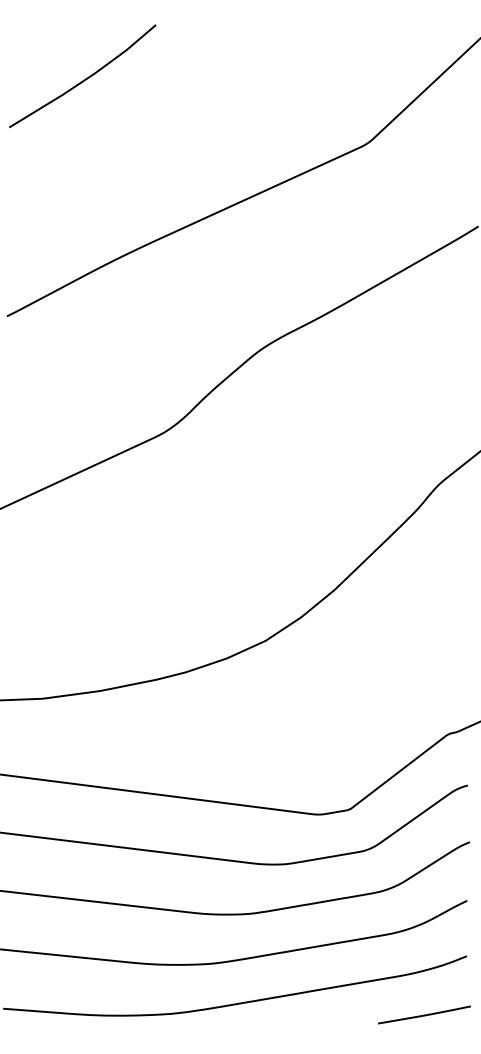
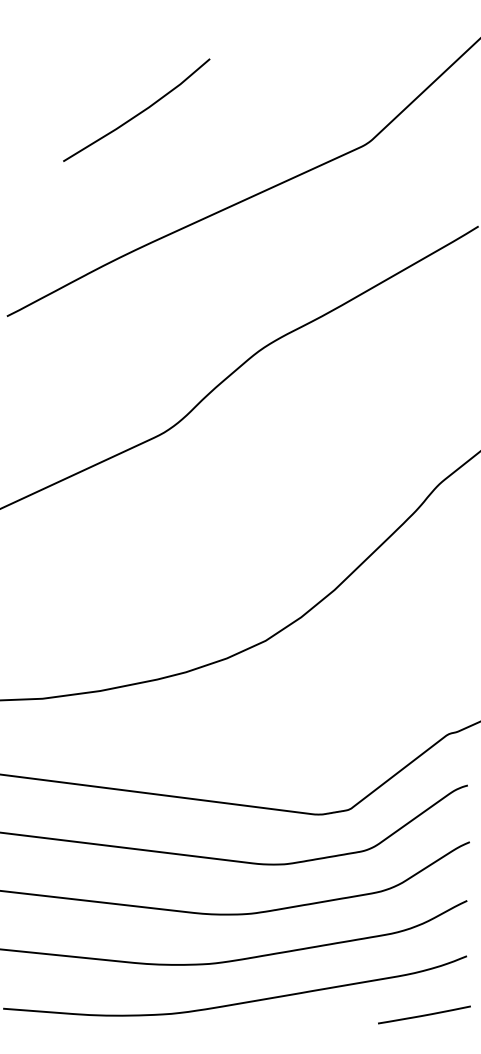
line at (83, 79) position: (83, 79) -> (137, 113)
